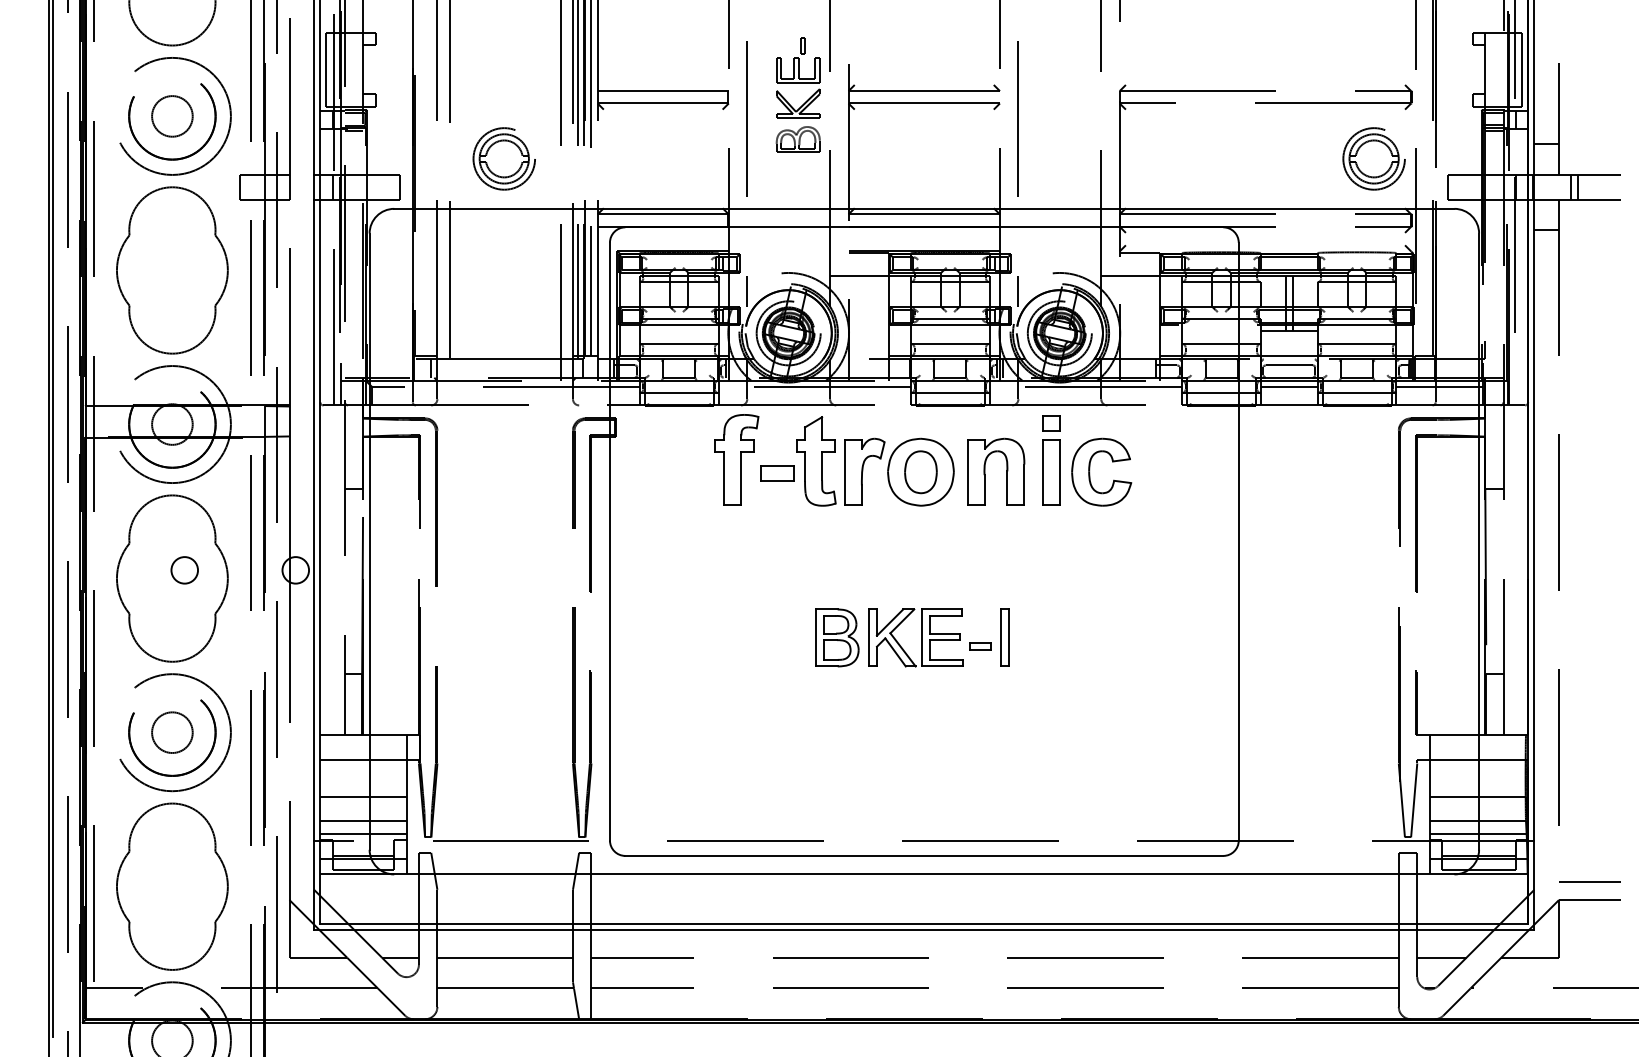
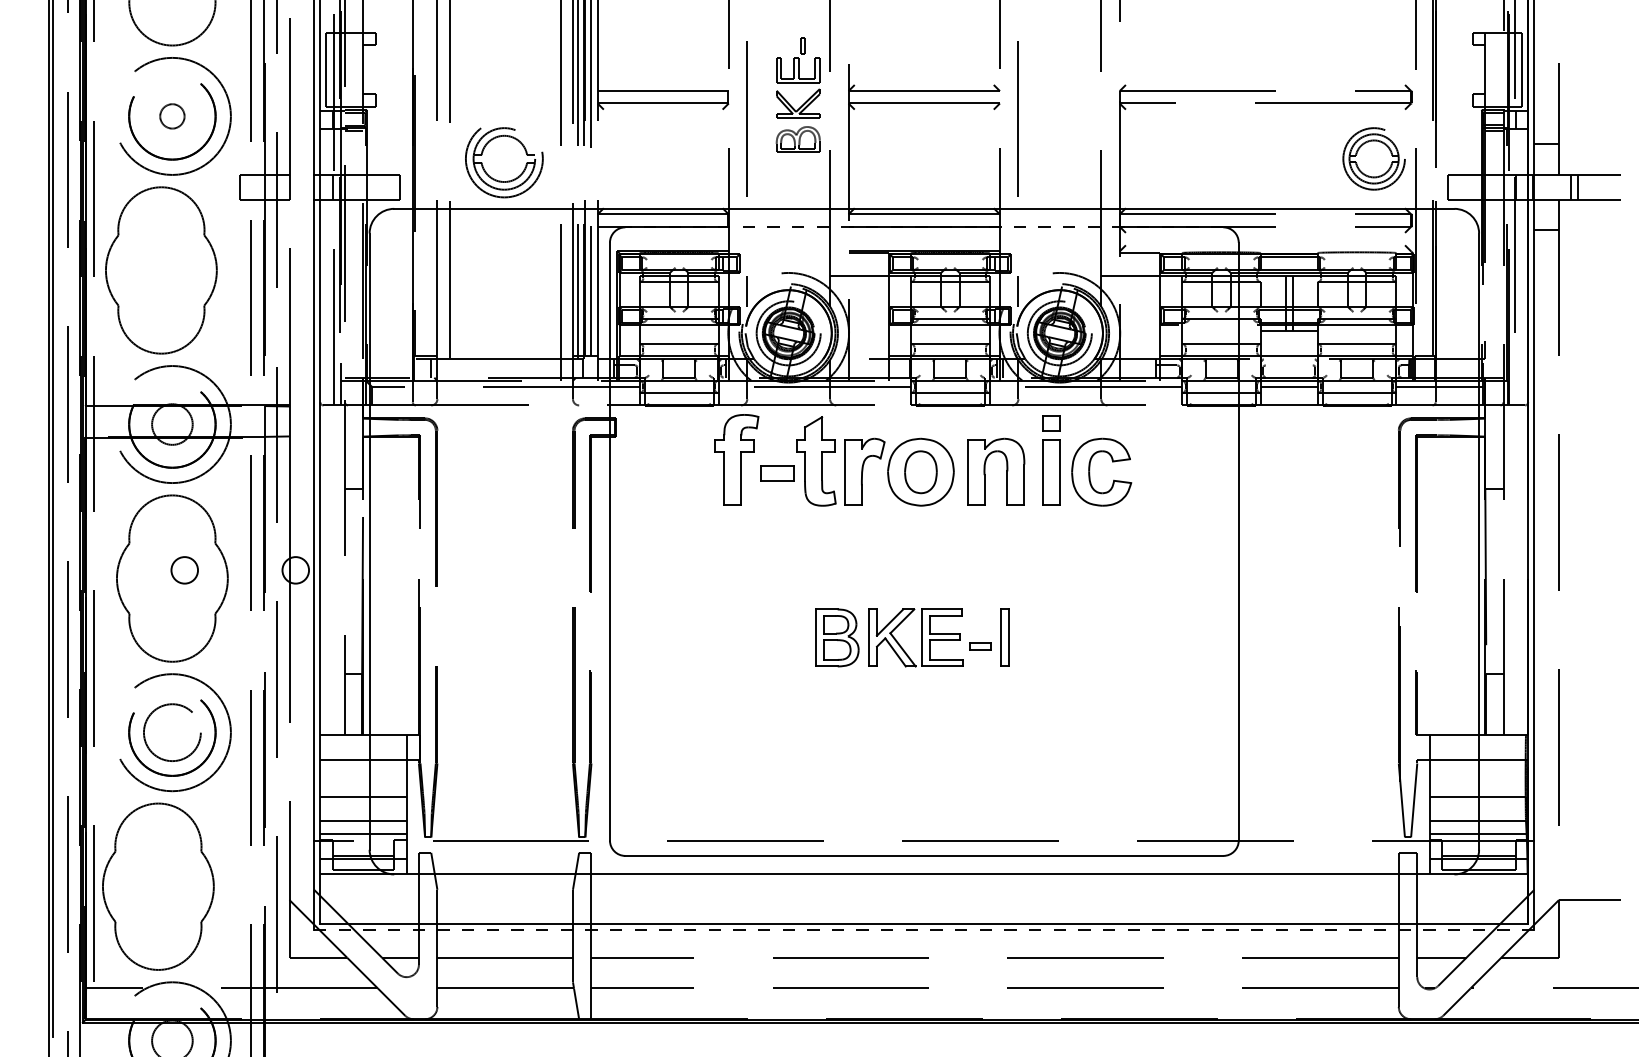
circle at (172, 116) diameter: 41 px -> 24 px
part at (503, 158) size: 64x64 px -> 79x72 px
line at (924, 227): solid -> dashed
part at (172, 270) position: (172, 270) -> (161, 270)
line at (1288, 365): present -> none
circle at (172, 732) diameter: 41 px -> 57 px
line at (1589, 881): present -> none
part at (172, 886) position: (172, 886) -> (158, 886)
line at (924, 929): solid -> dashed
